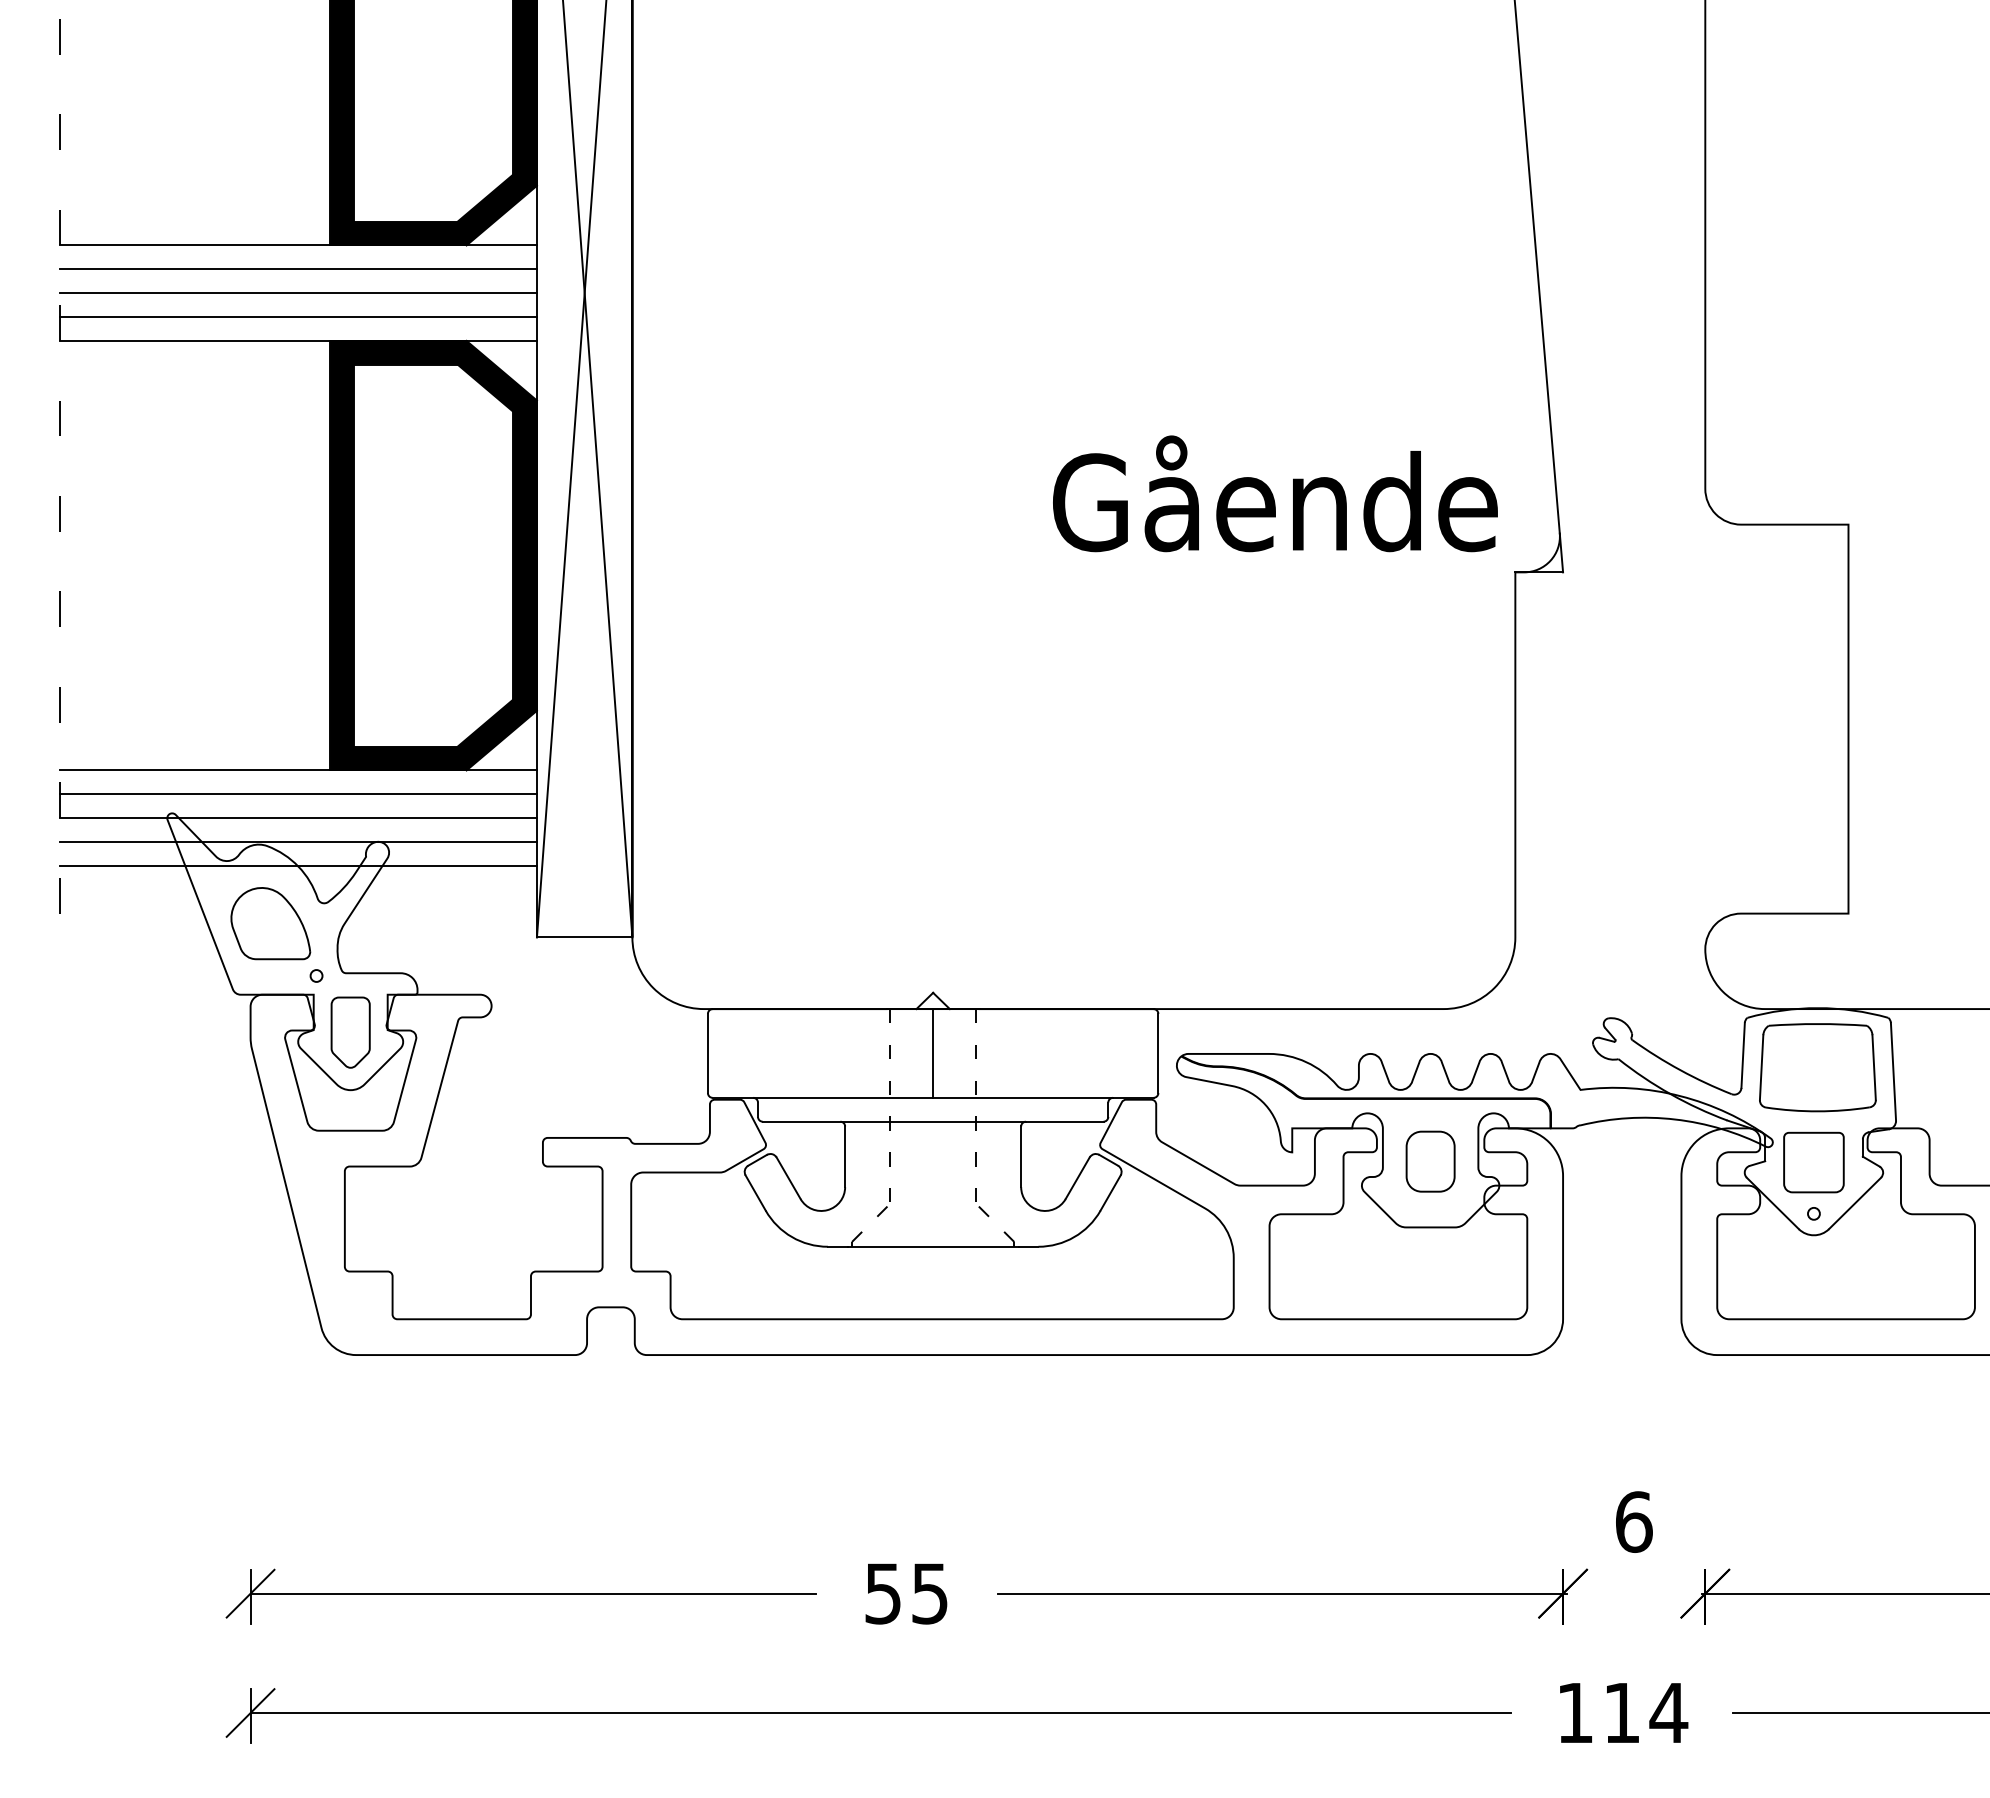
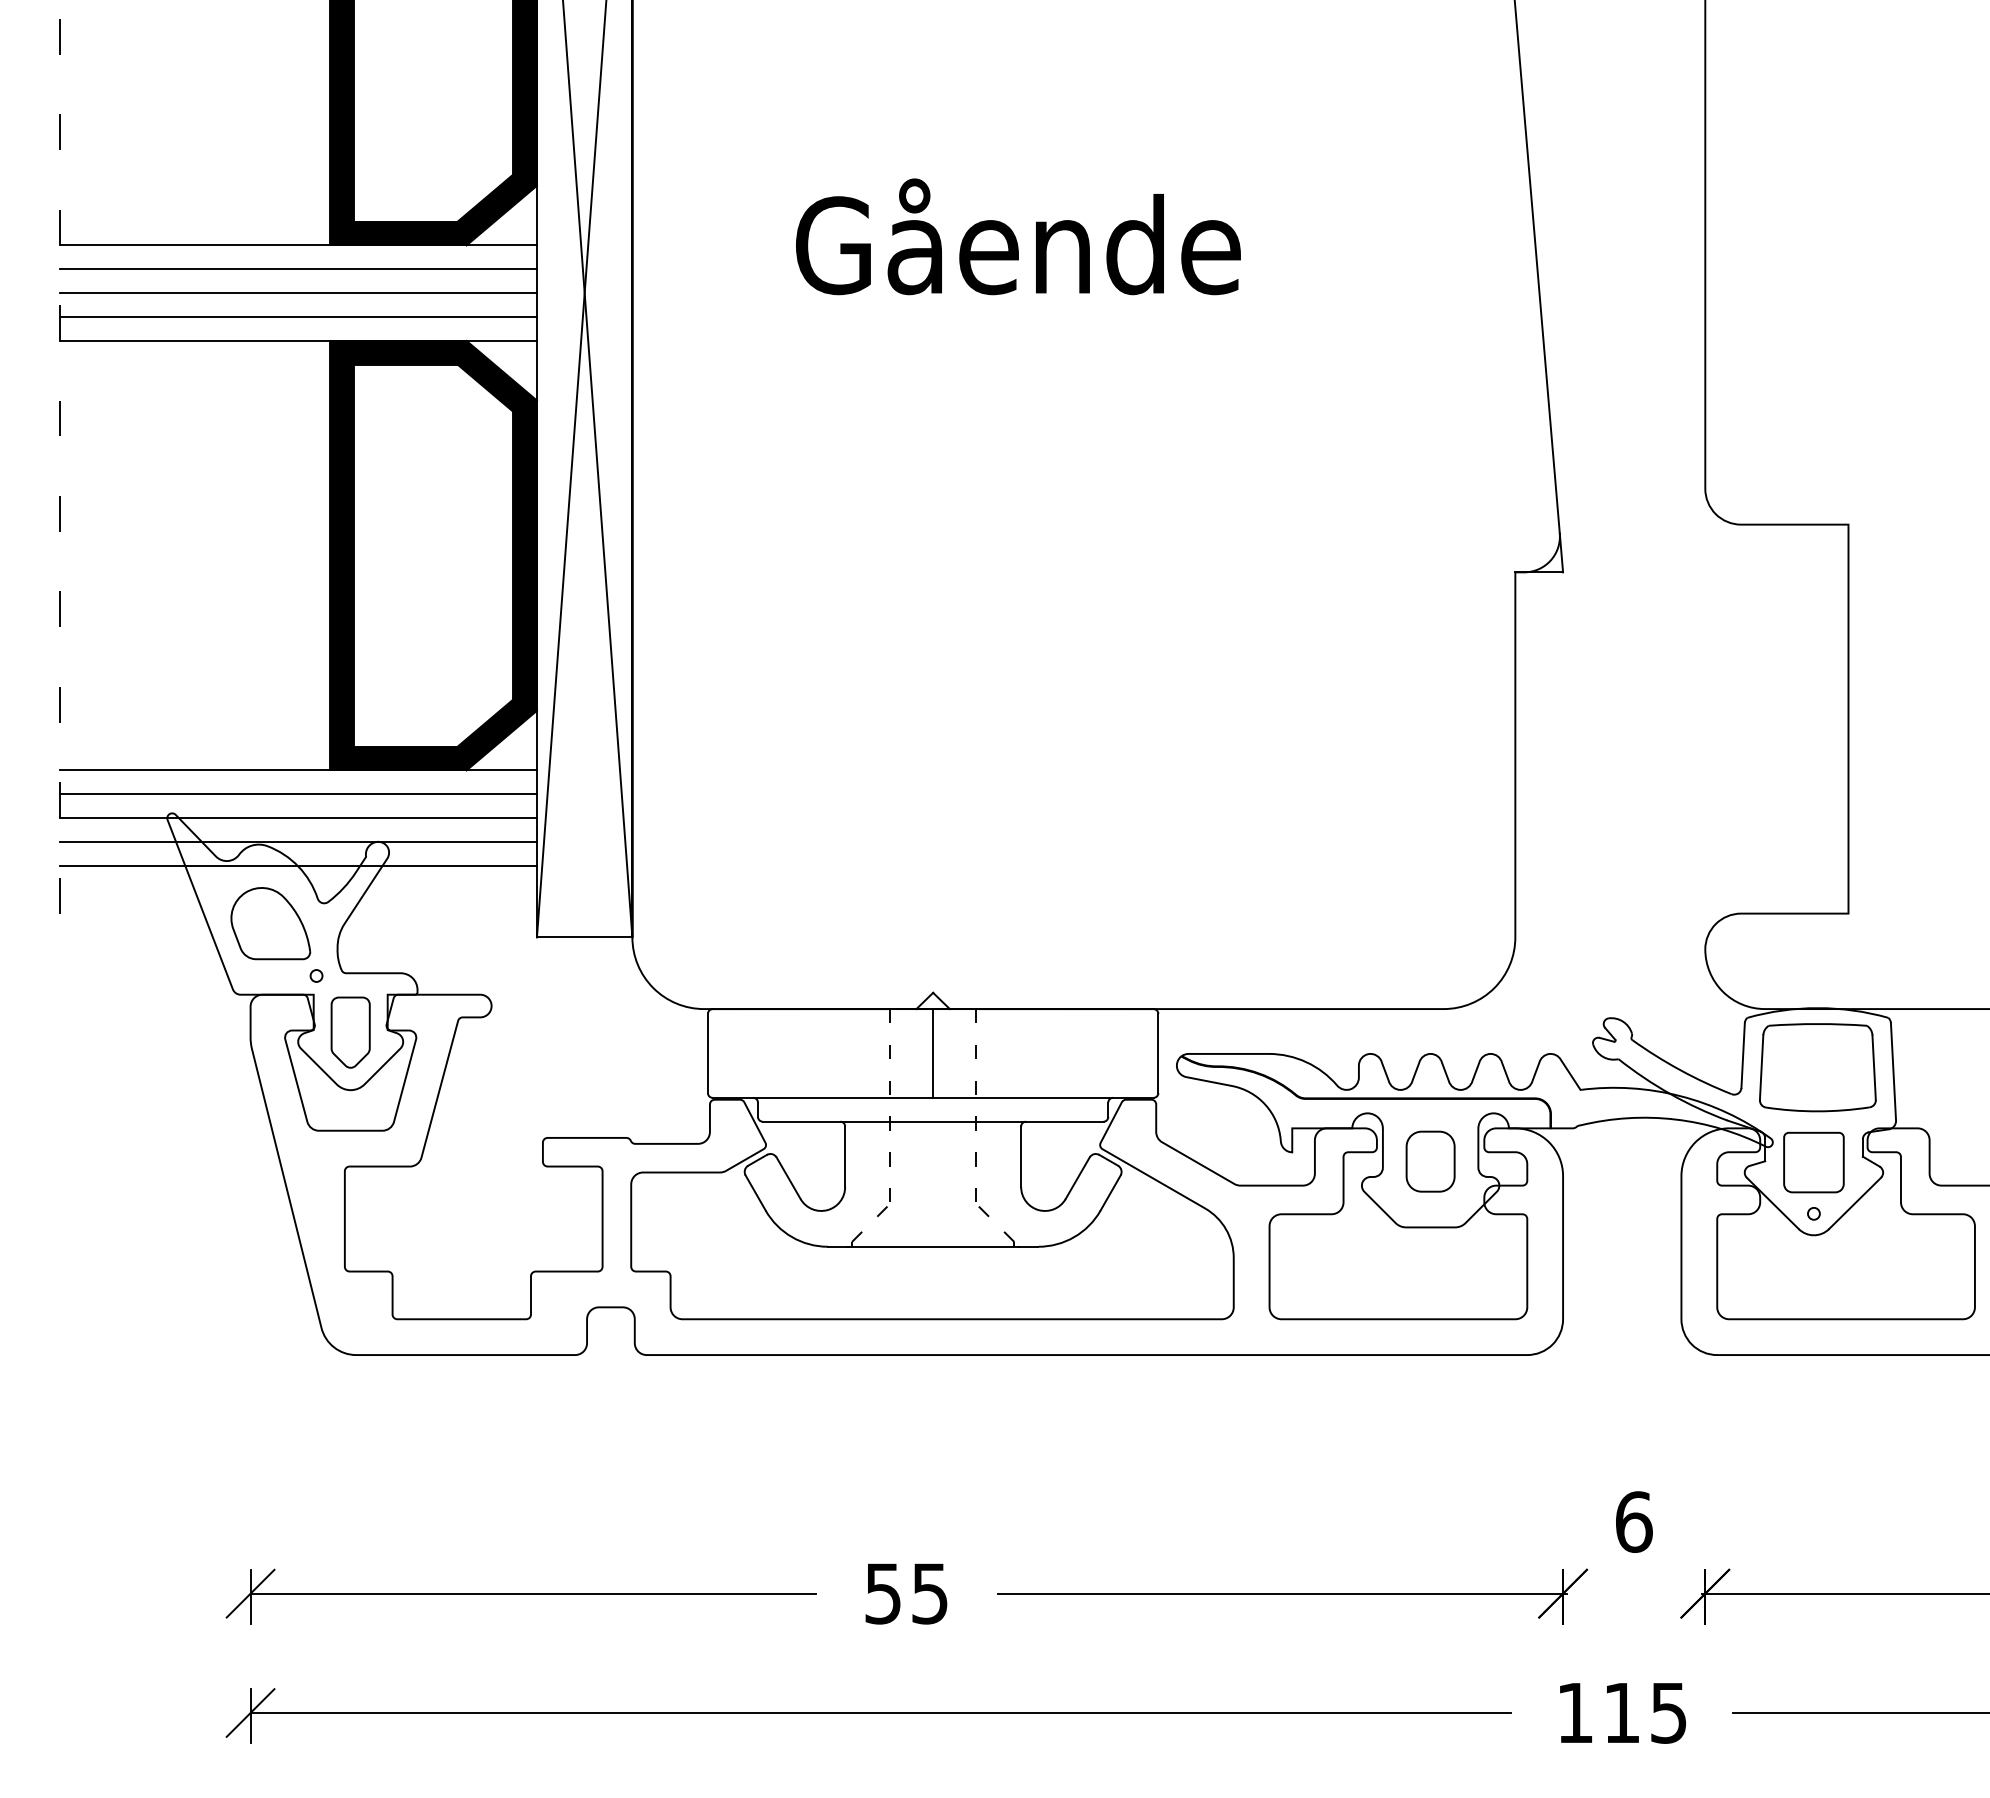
text at (1275, 493) position: (1275, 493) -> (1018, 236)
text at (1668, 1713): 114 -> 115
